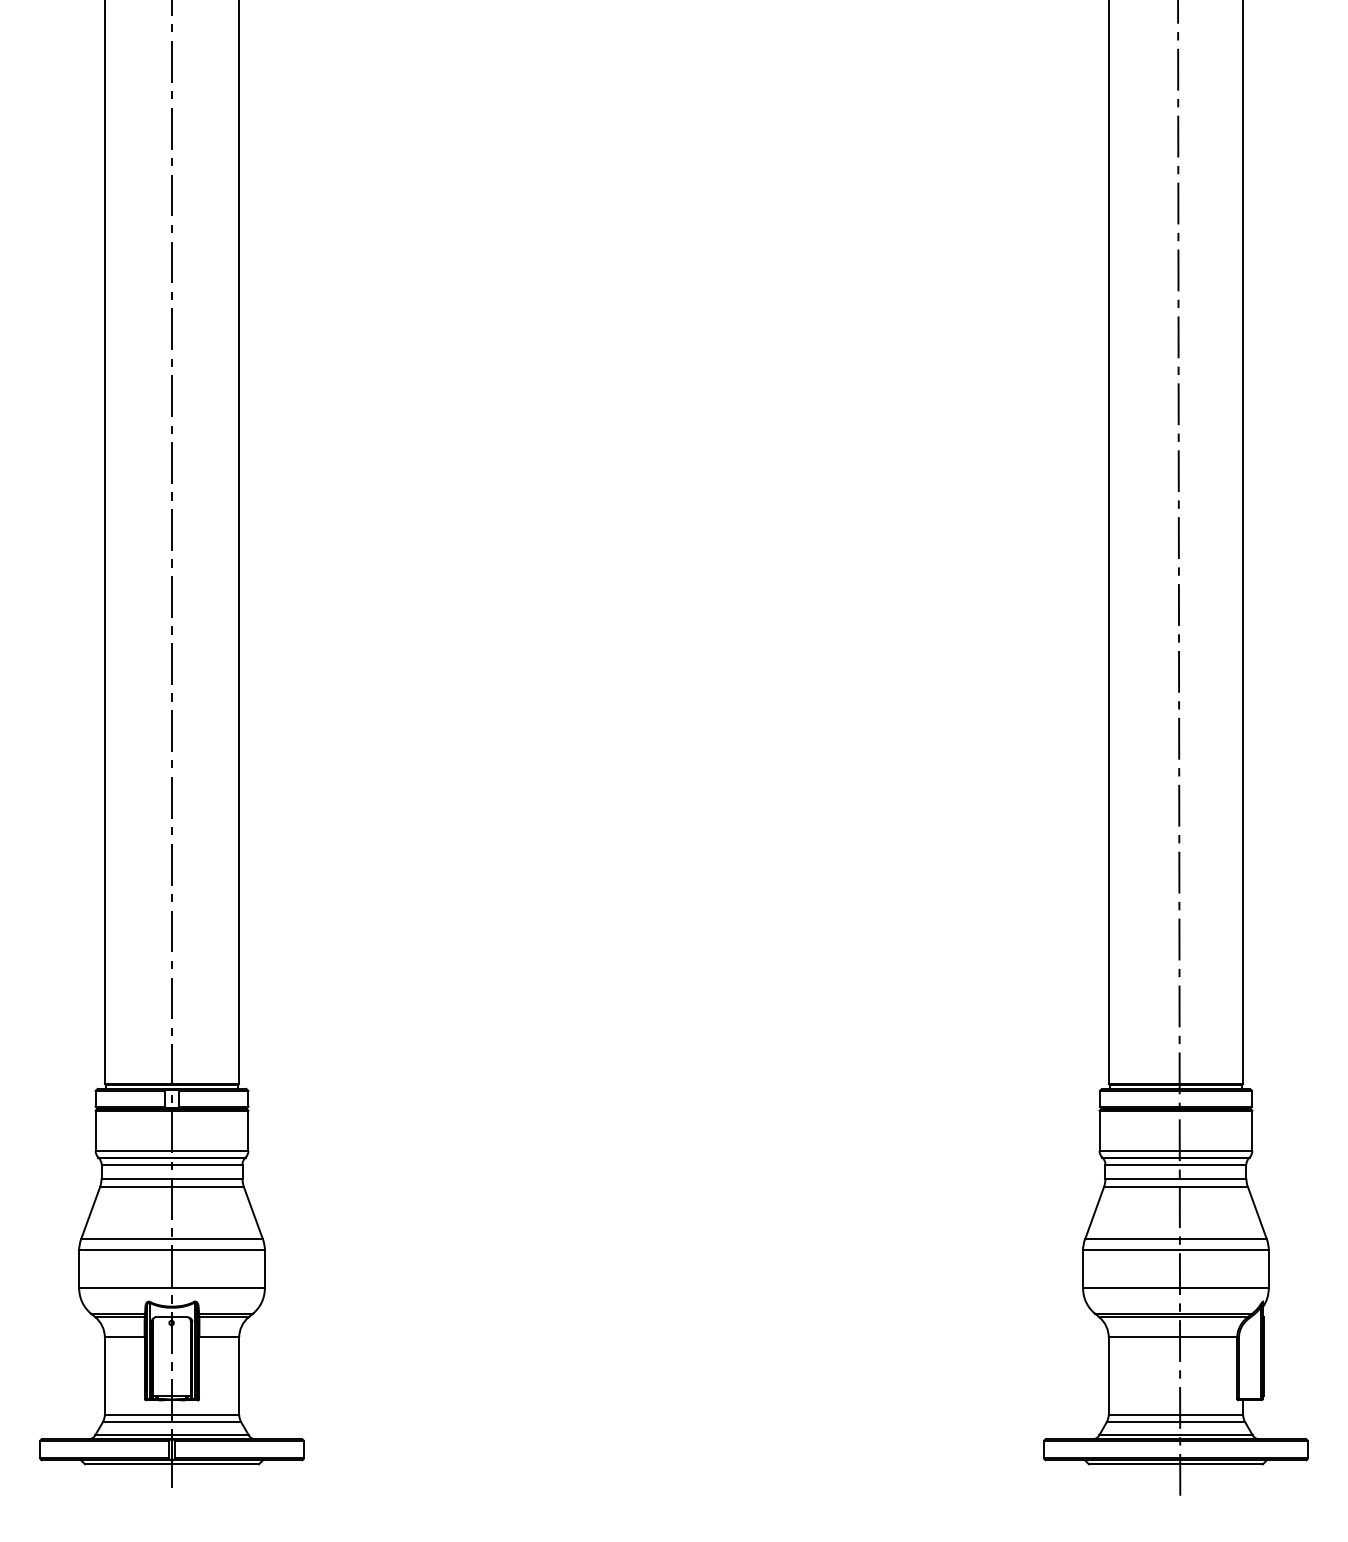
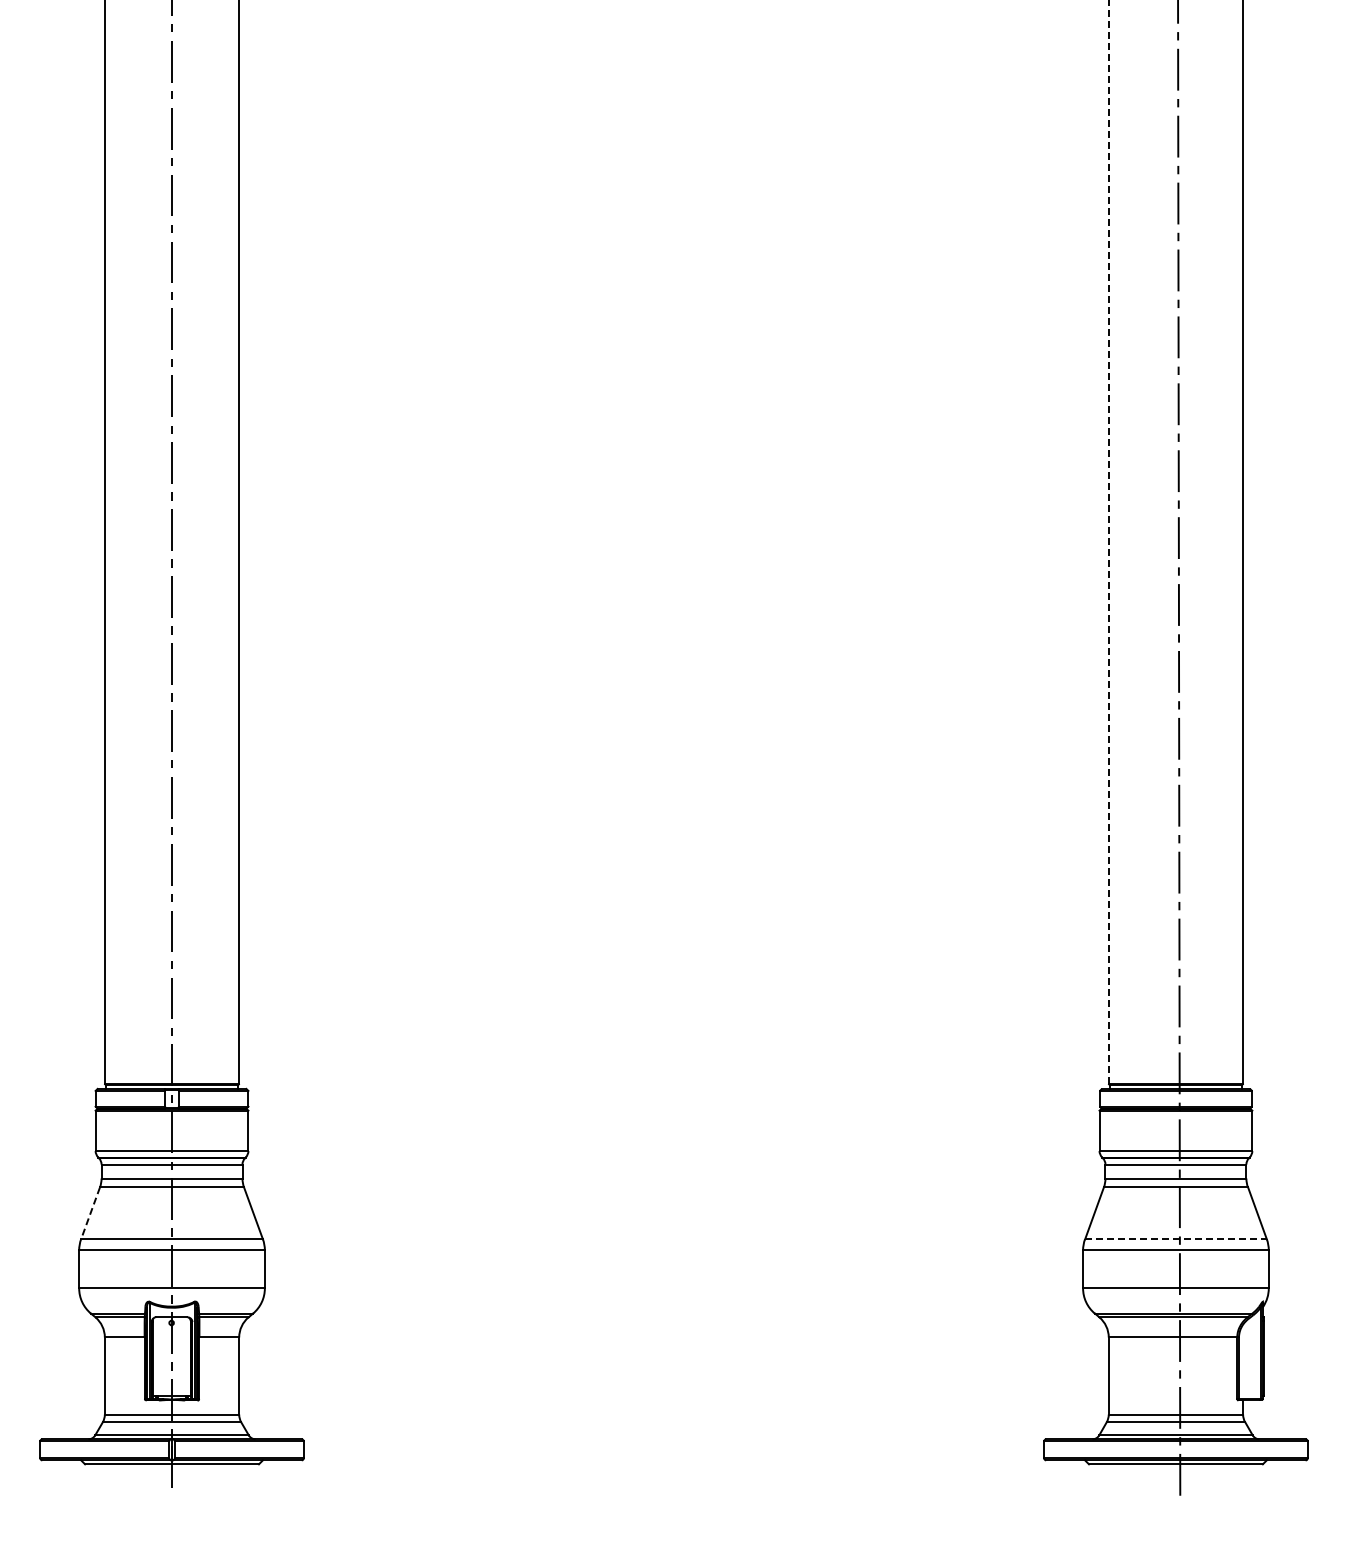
line at (1109, 542): solid -> dashed
line at (90, 1213): solid -> dashed
line at (1176, 1239): solid -> dashed
